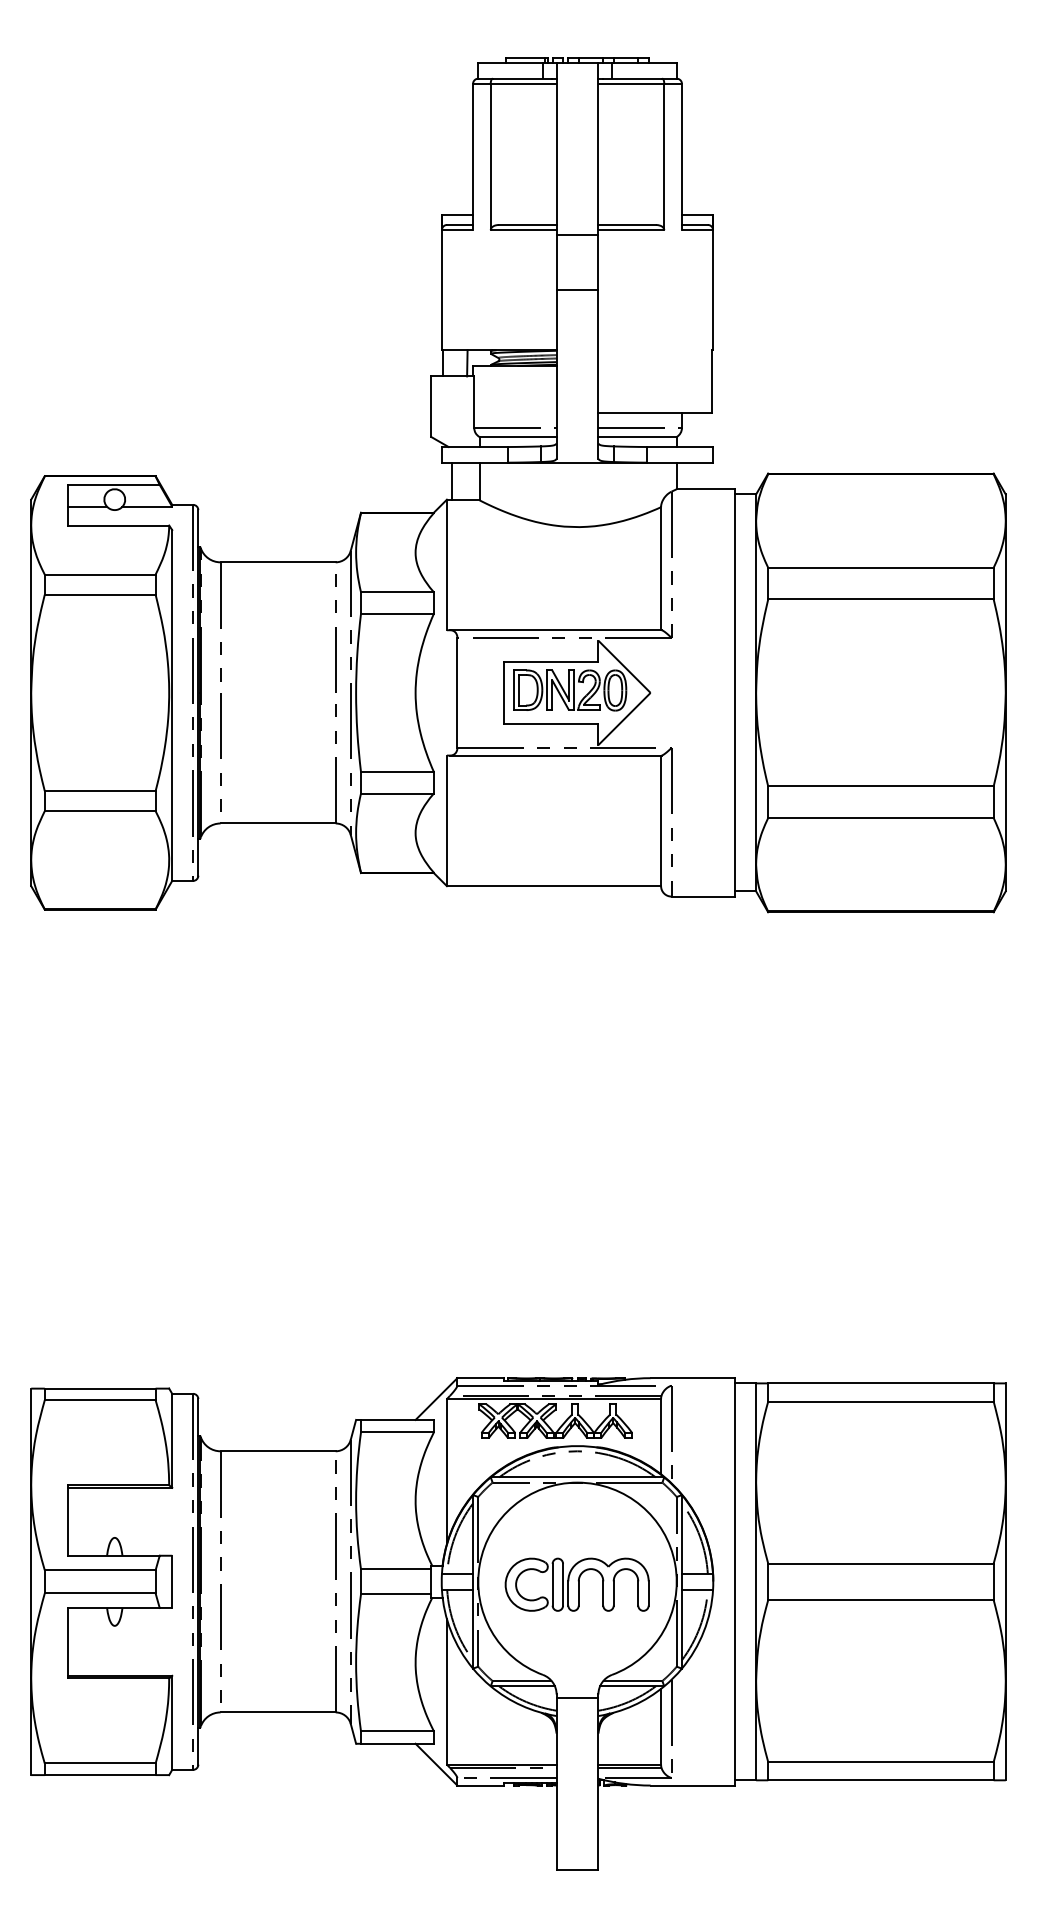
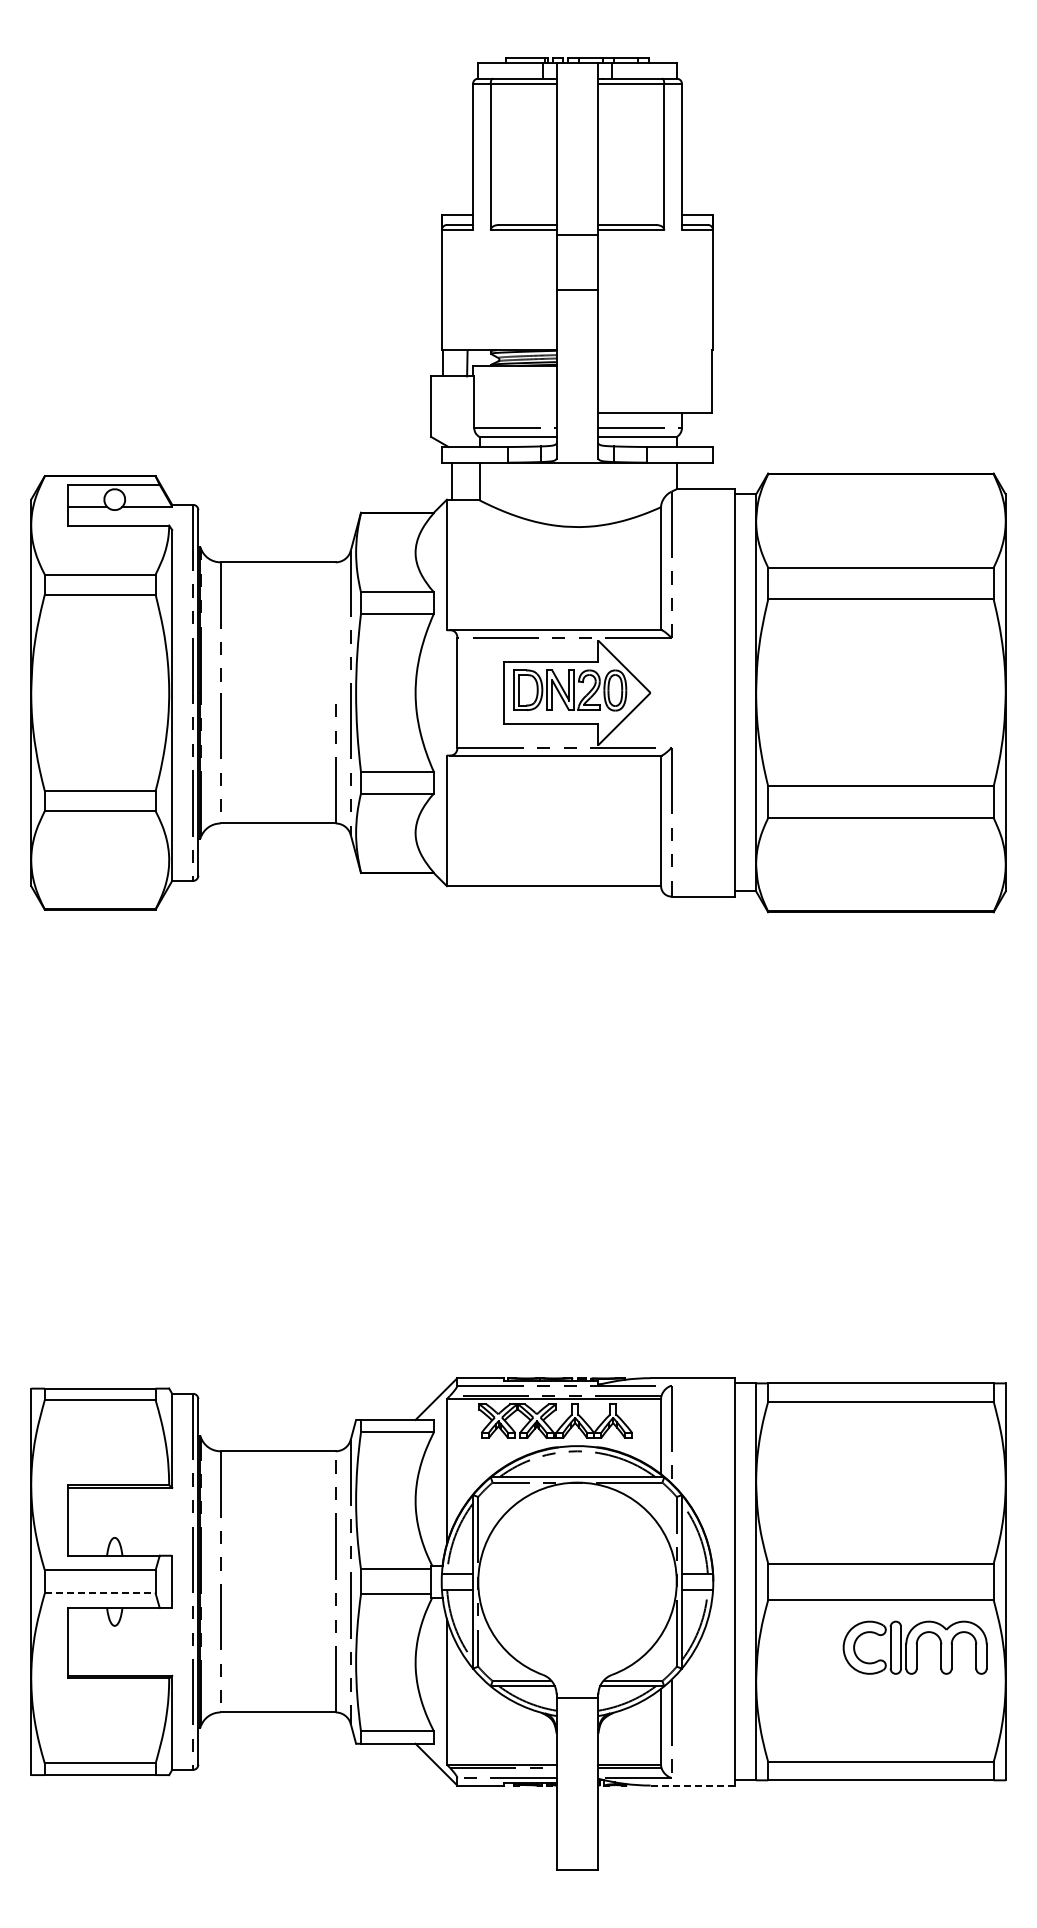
line at (335, 633): present -> none
part at (576, 1584) position: (576, 1584) -> (914, 1647)
line at (100, 1593): solid -> dashed
line at (693, 1785): solid -> dashed
